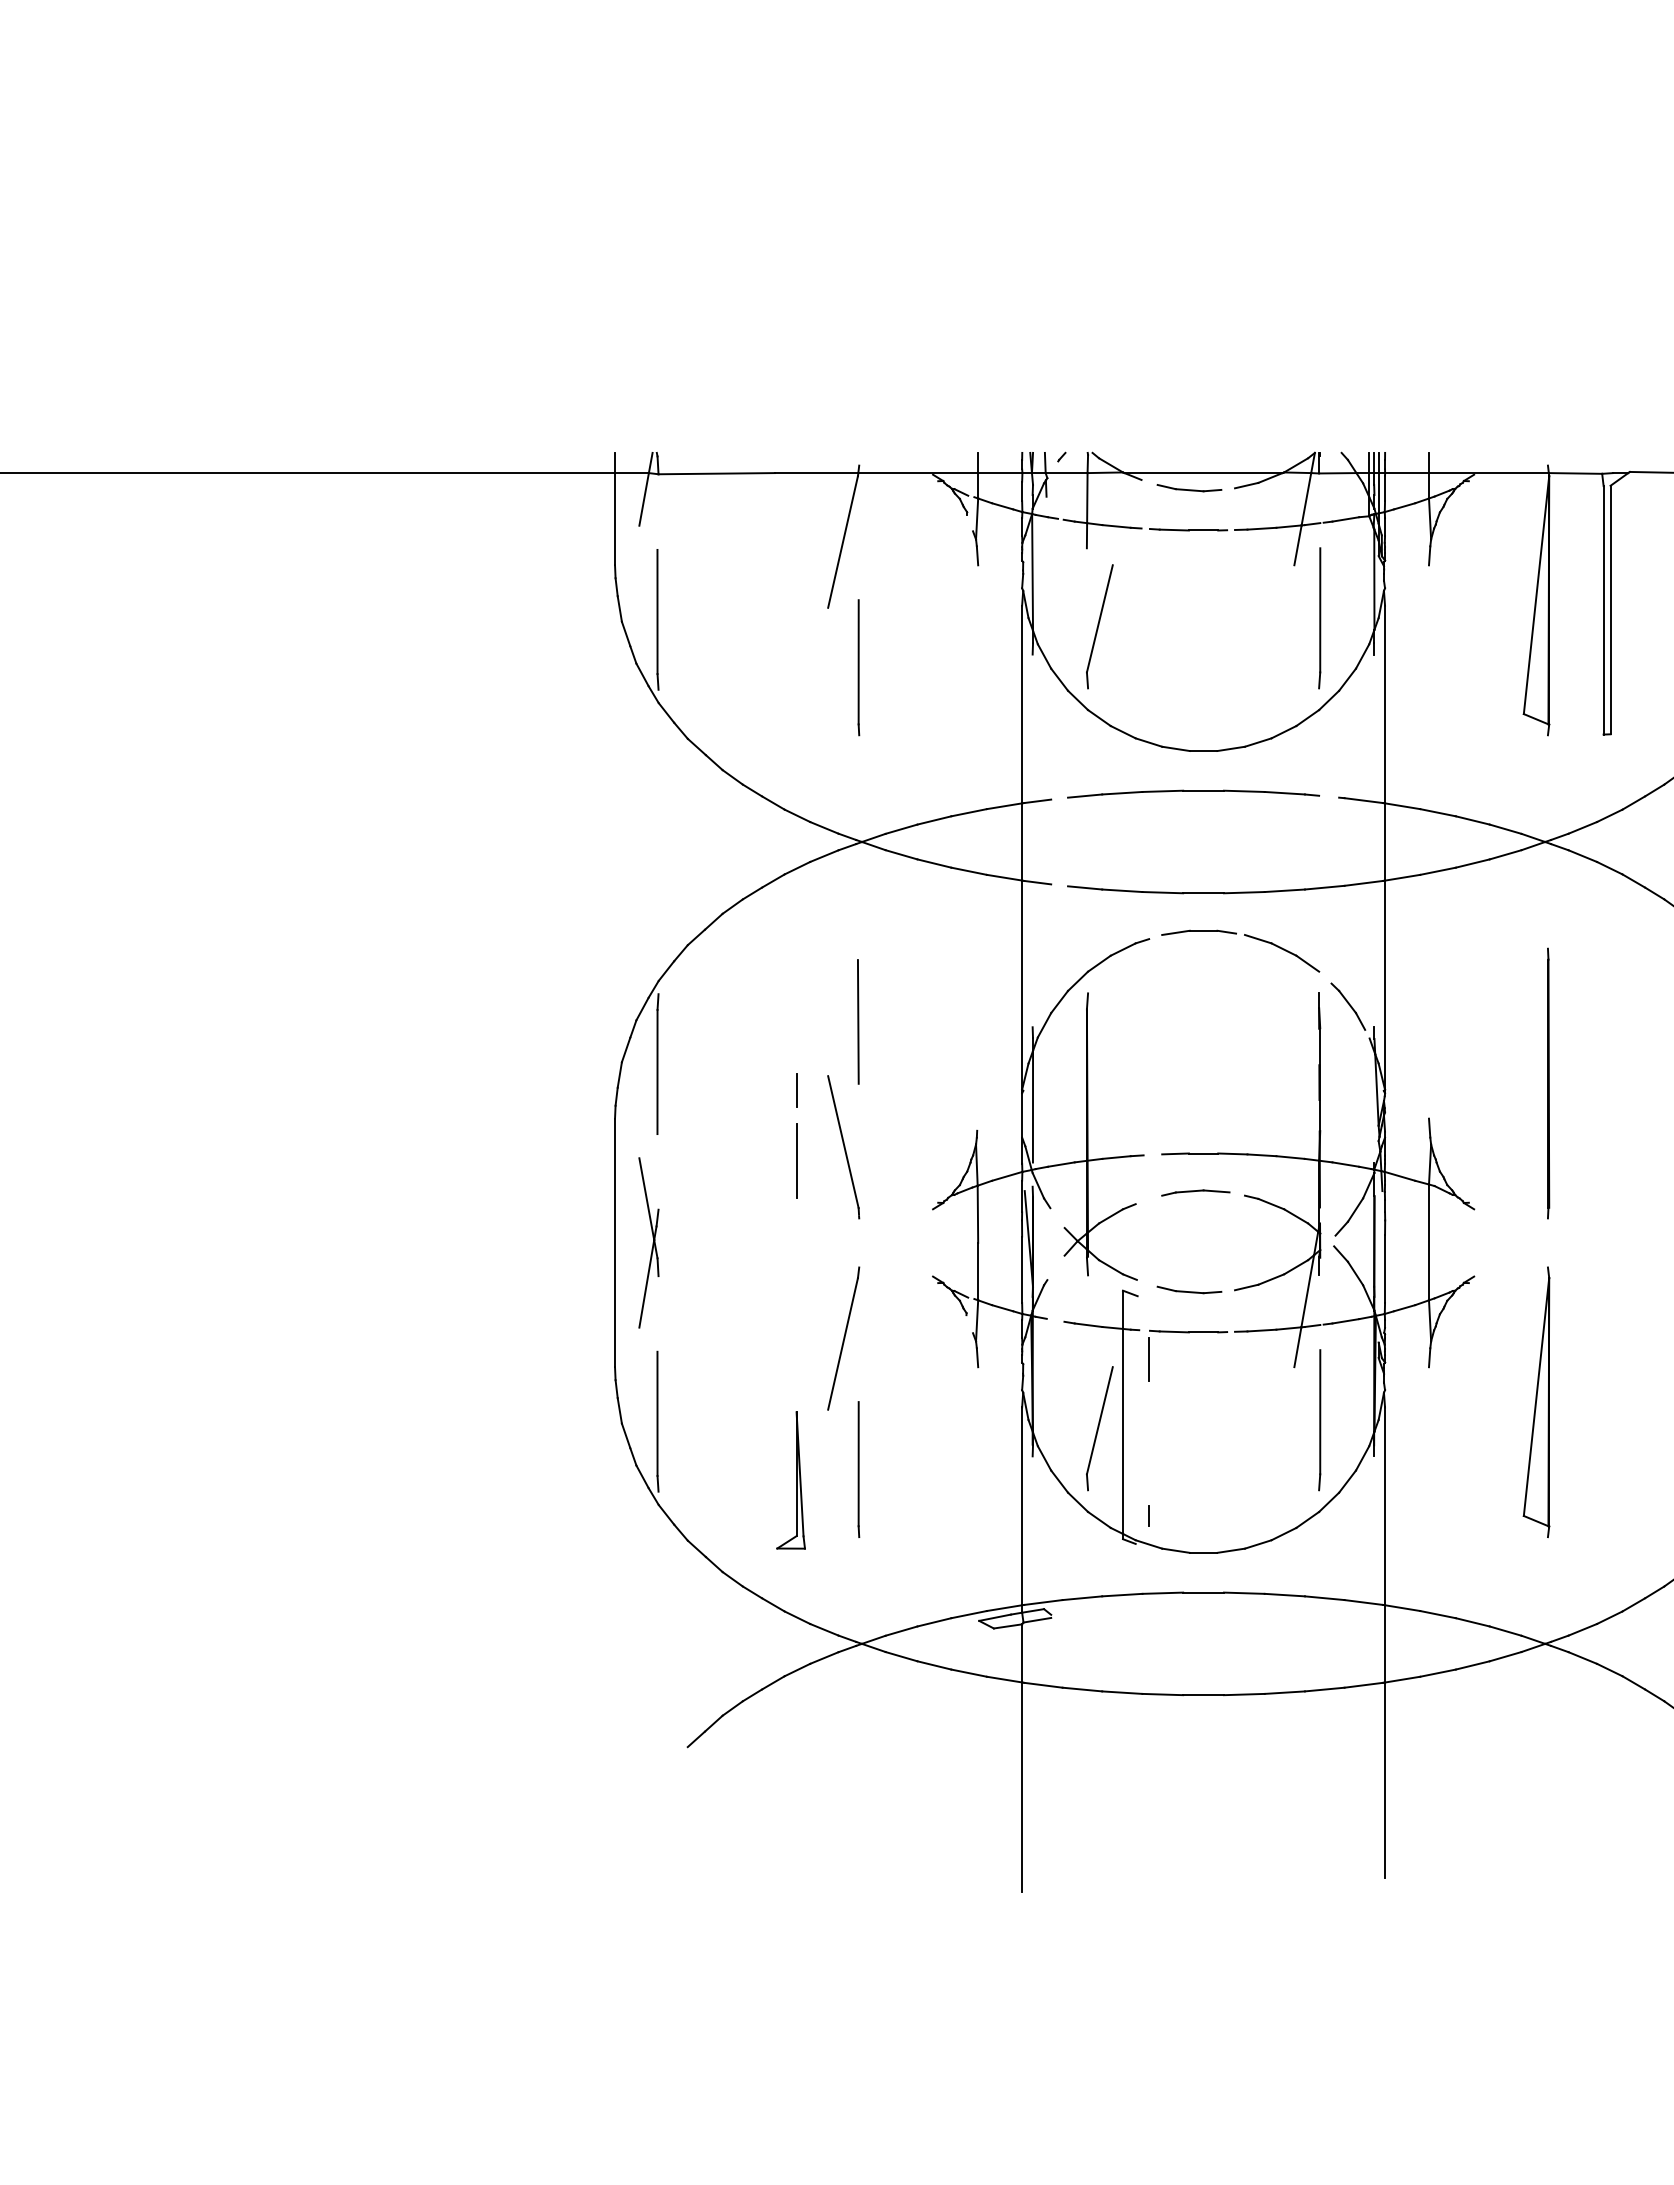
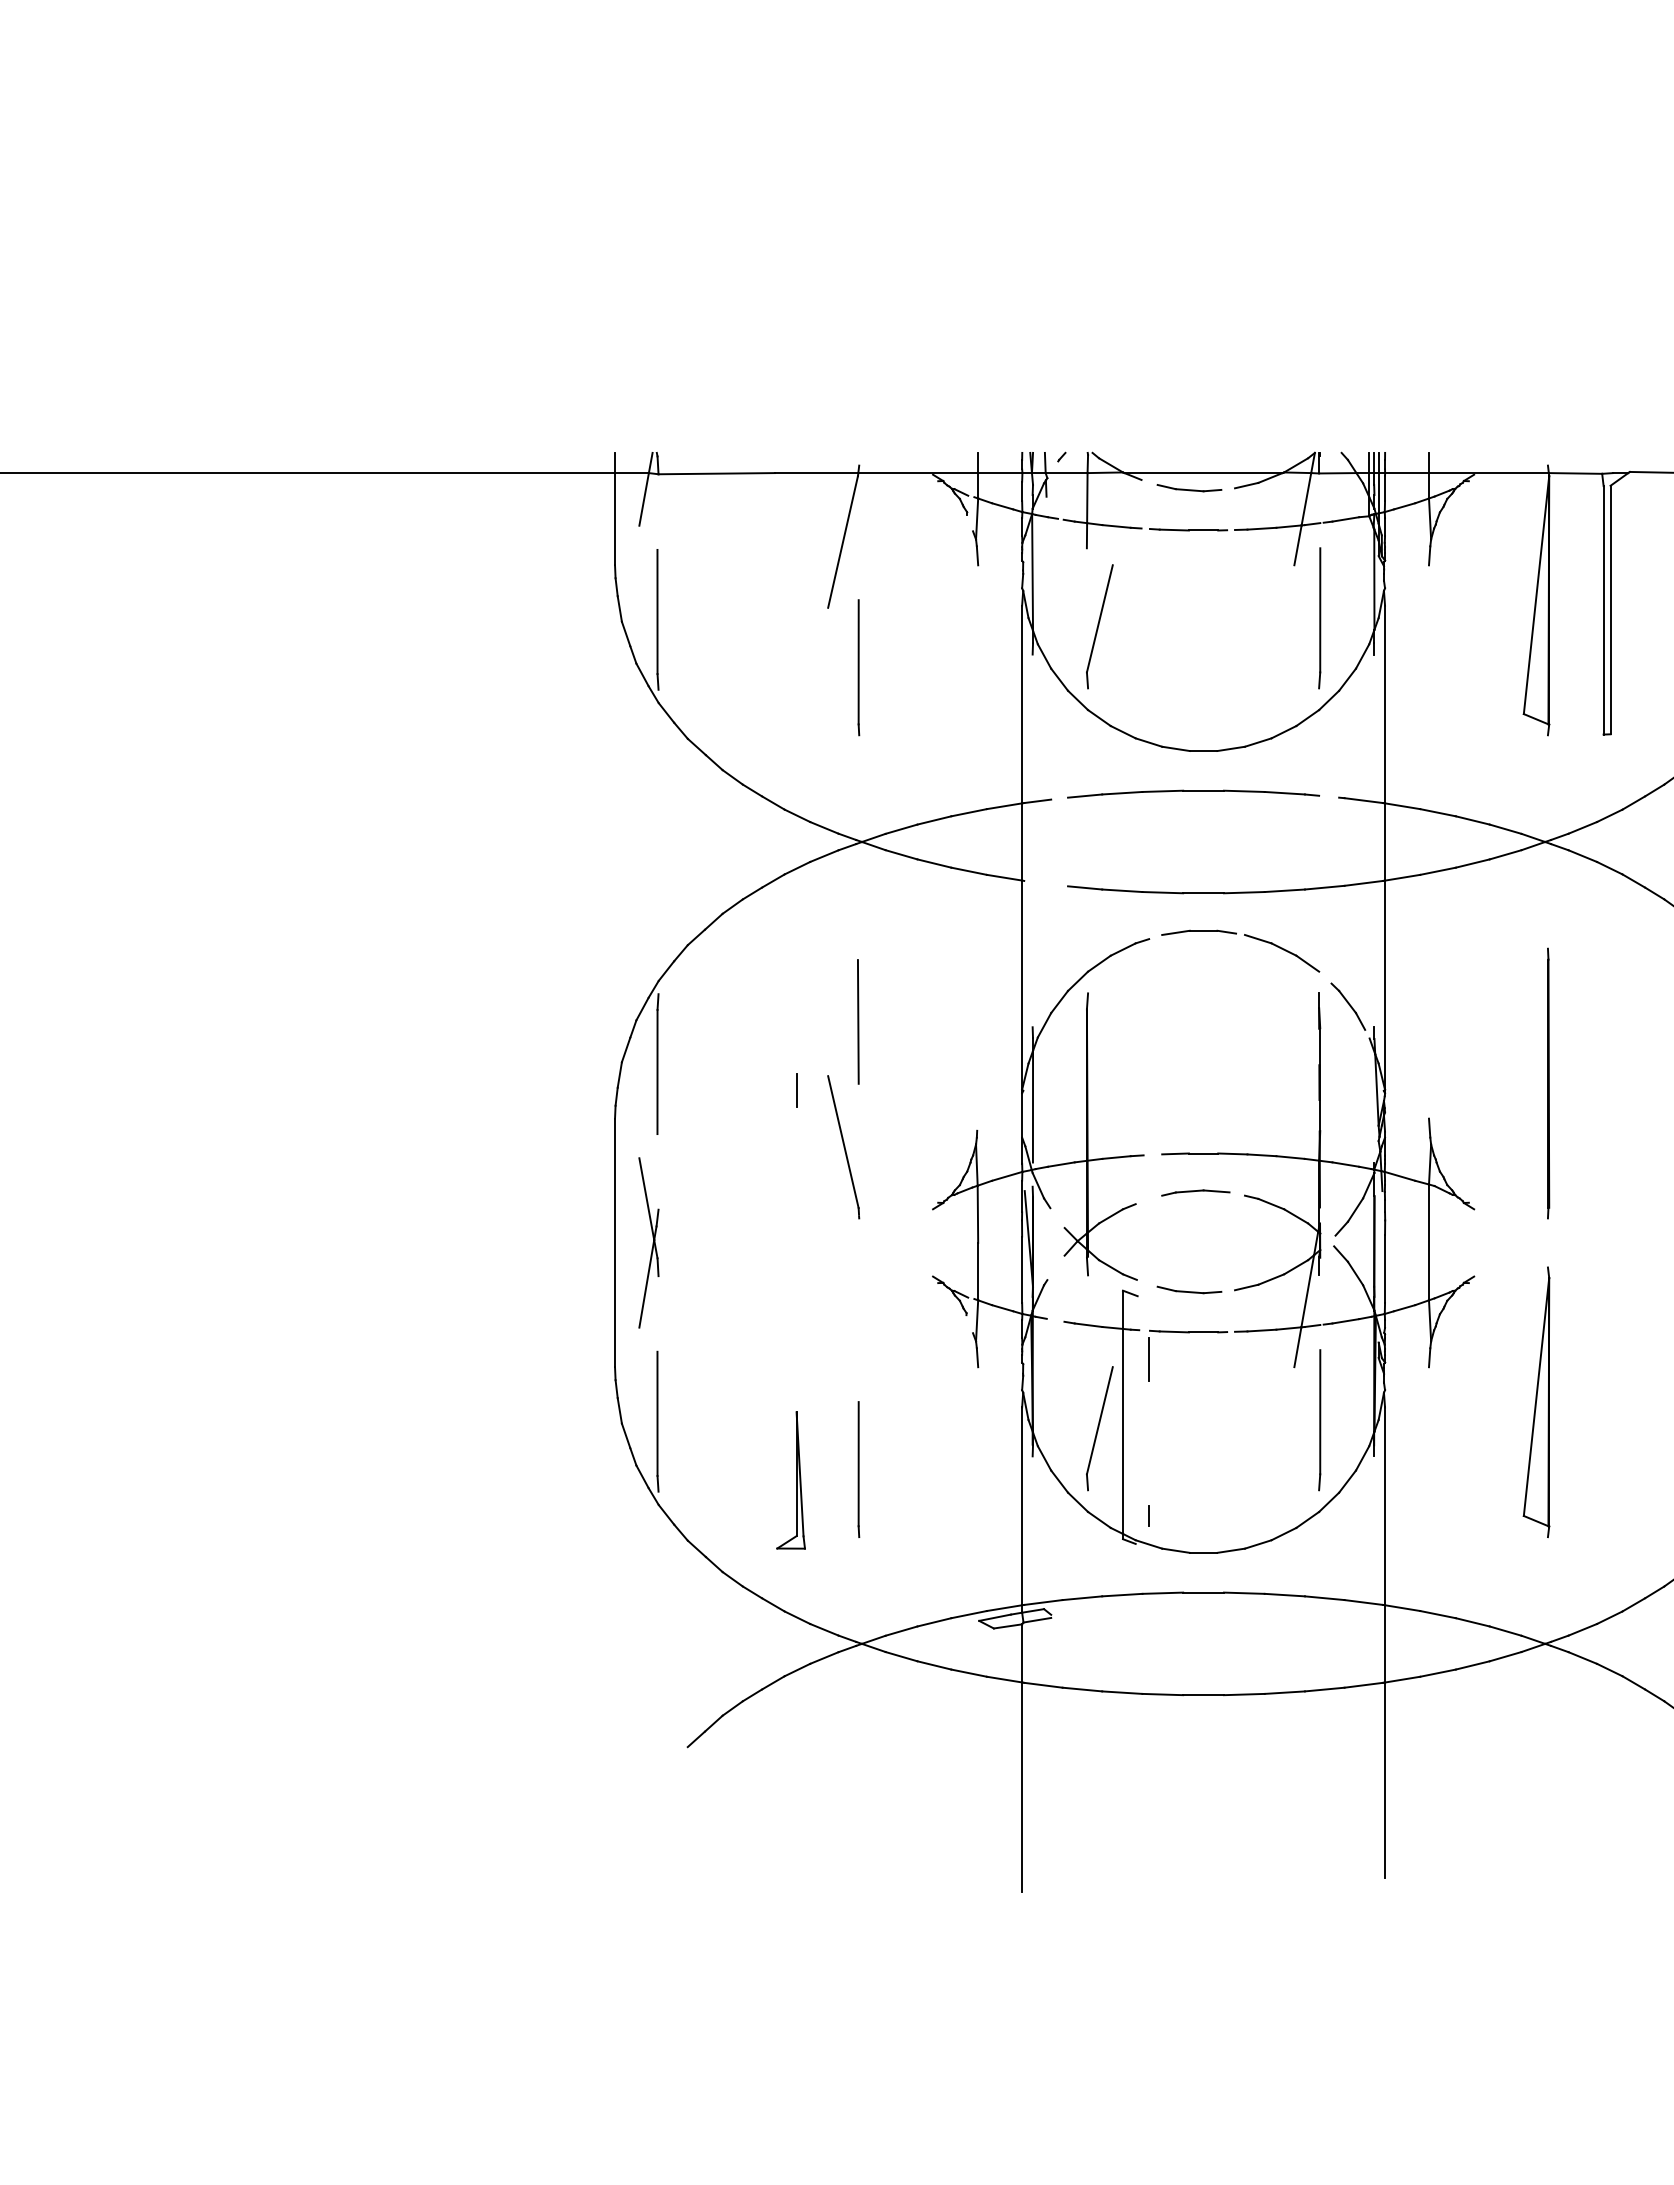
line at (1037, 882): present -> none
line at (796, 1161): present -> none
line at (843, 1338): present -> none
